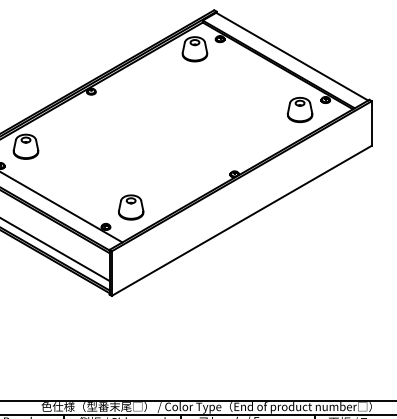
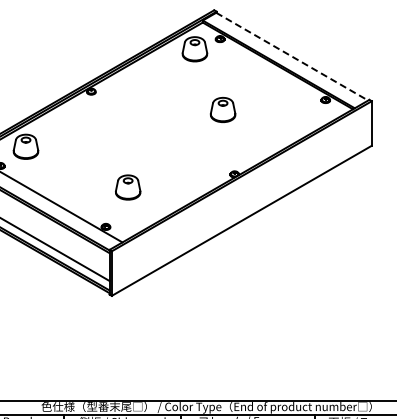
line at (292, 56): solid -> dashed
part at (299, 109) position: (299, 109) -> (222, 109)
part at (131, 207) position: (131, 207) -> (128, 187)
